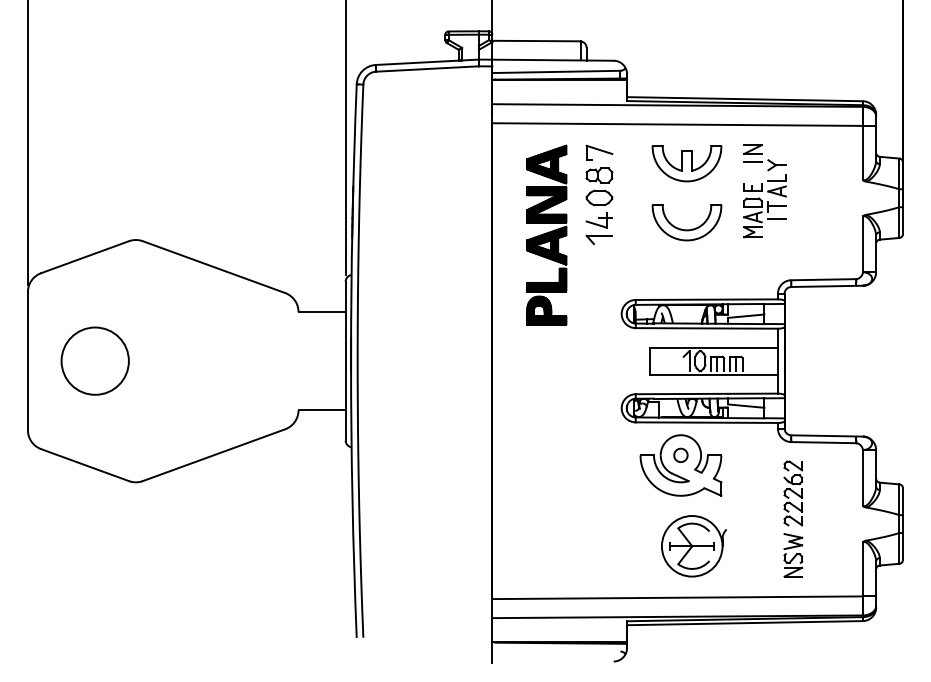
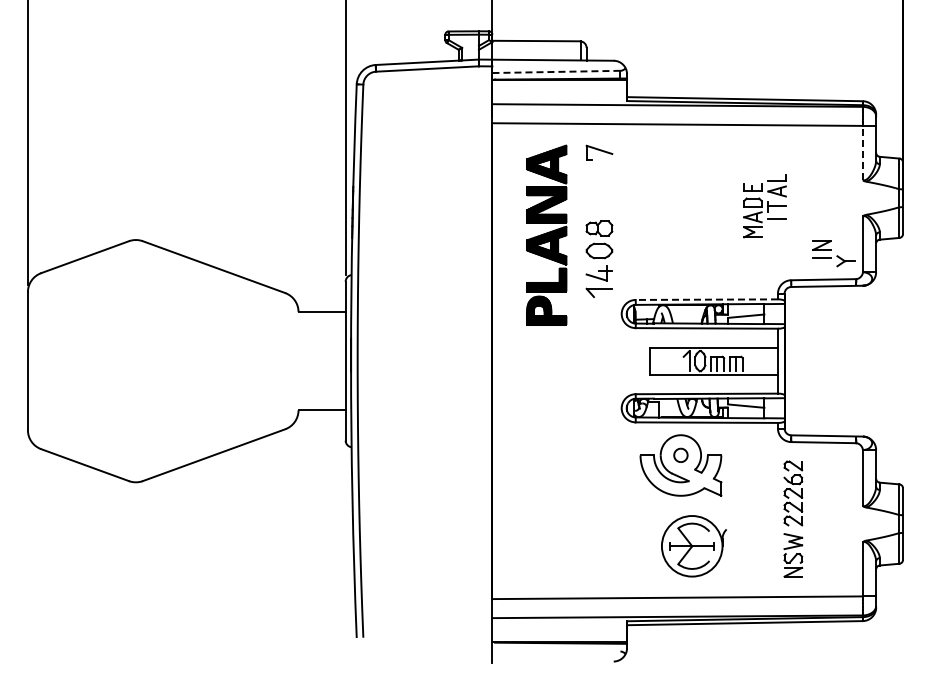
line at (555, 71): solid -> dashed
line at (862, 152): solid -> dashed
part at (764, 157) position: (764, 157) -> (833, 253)
part at (686, 163): present -> none
part at (599, 205) position: (599, 205) -> (599, 258)
part at (686, 229): present -> none
line at (706, 299): solid -> dashed
circle at (94, 360): present -> none
